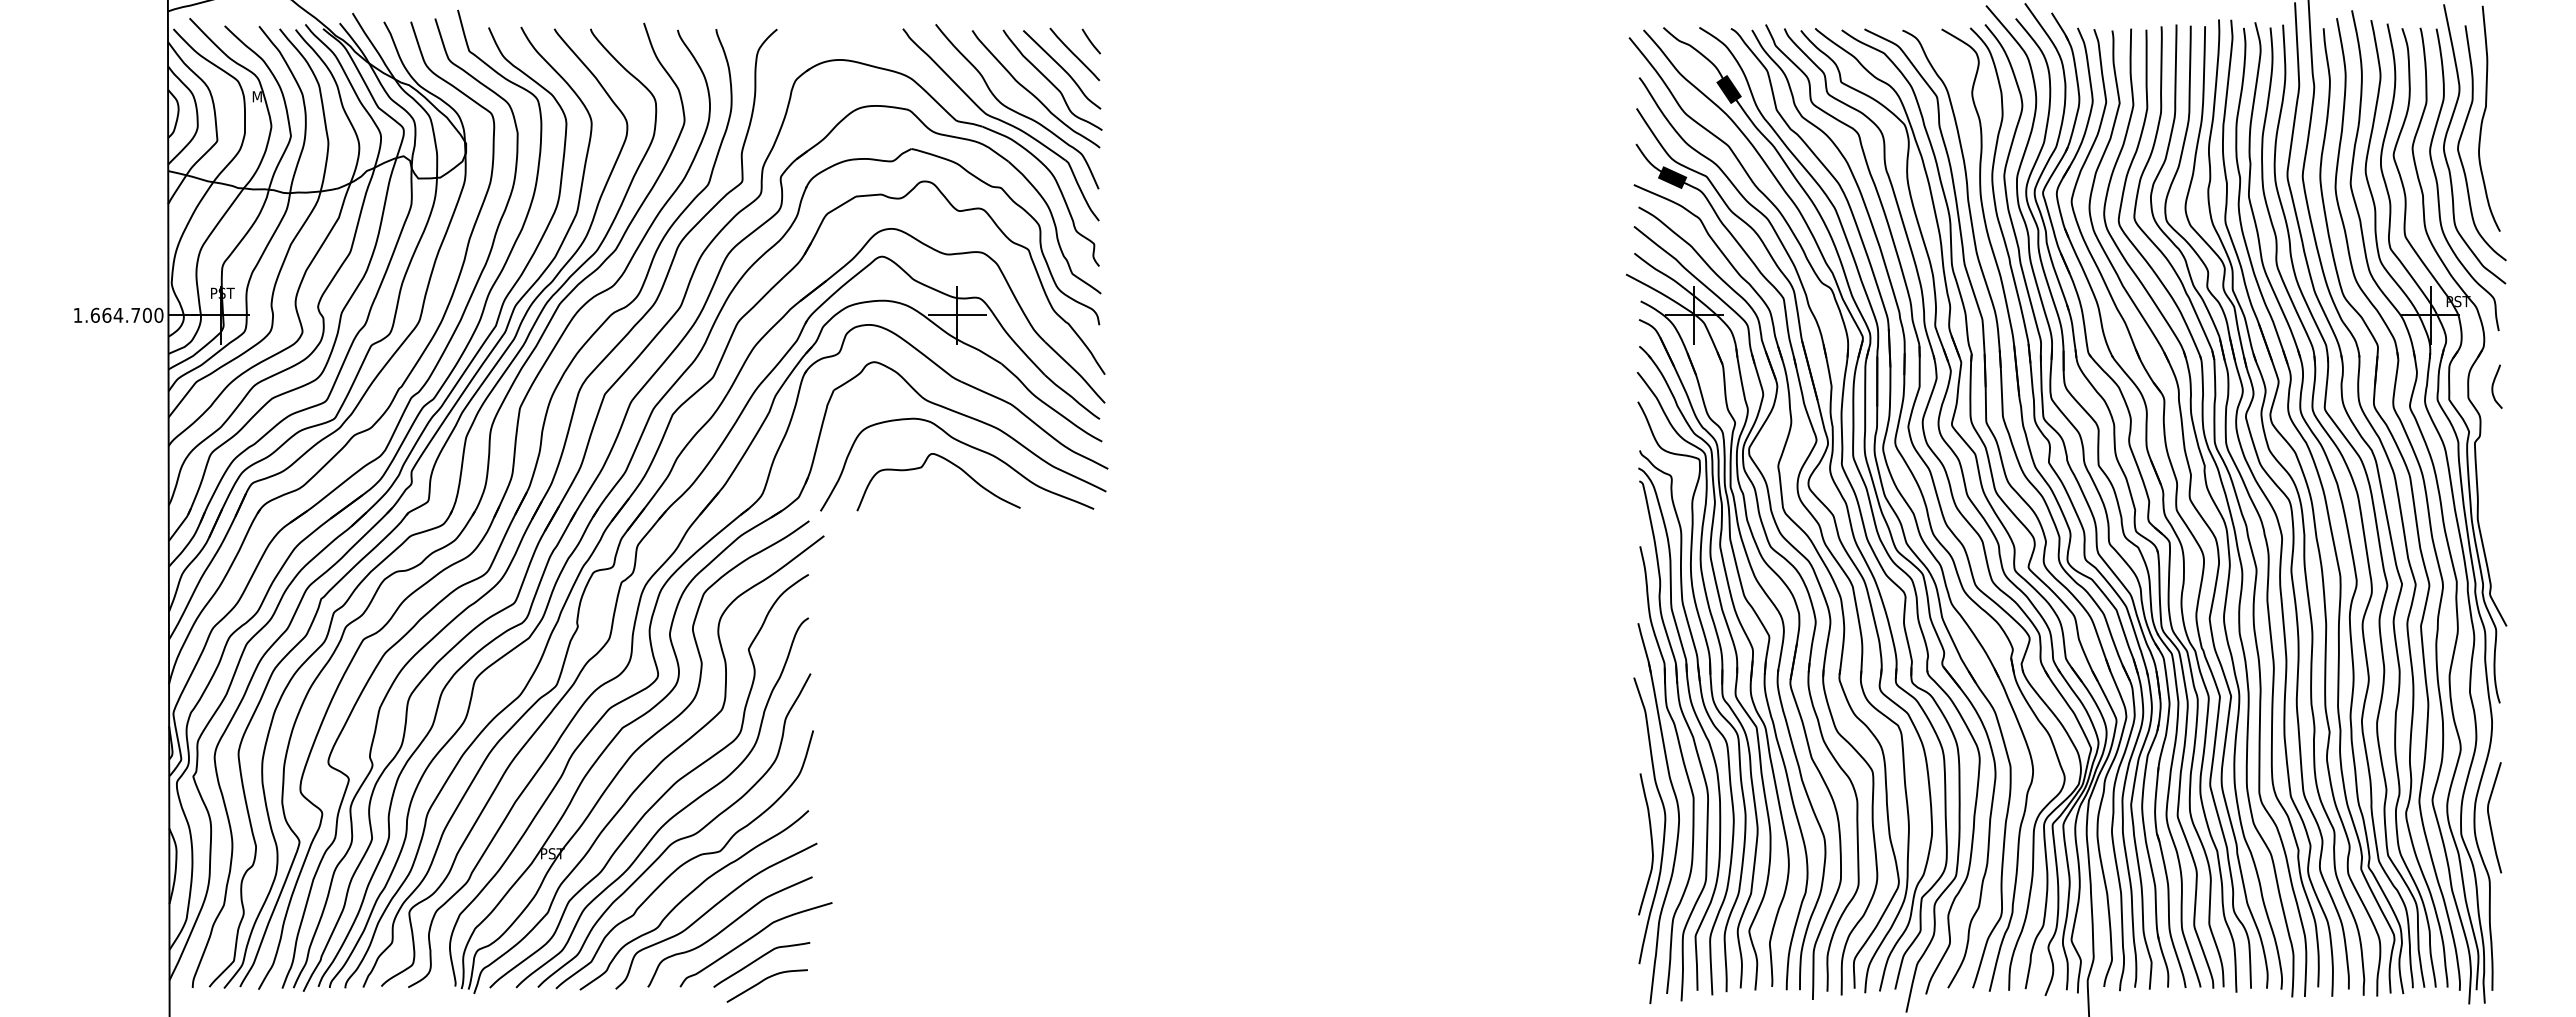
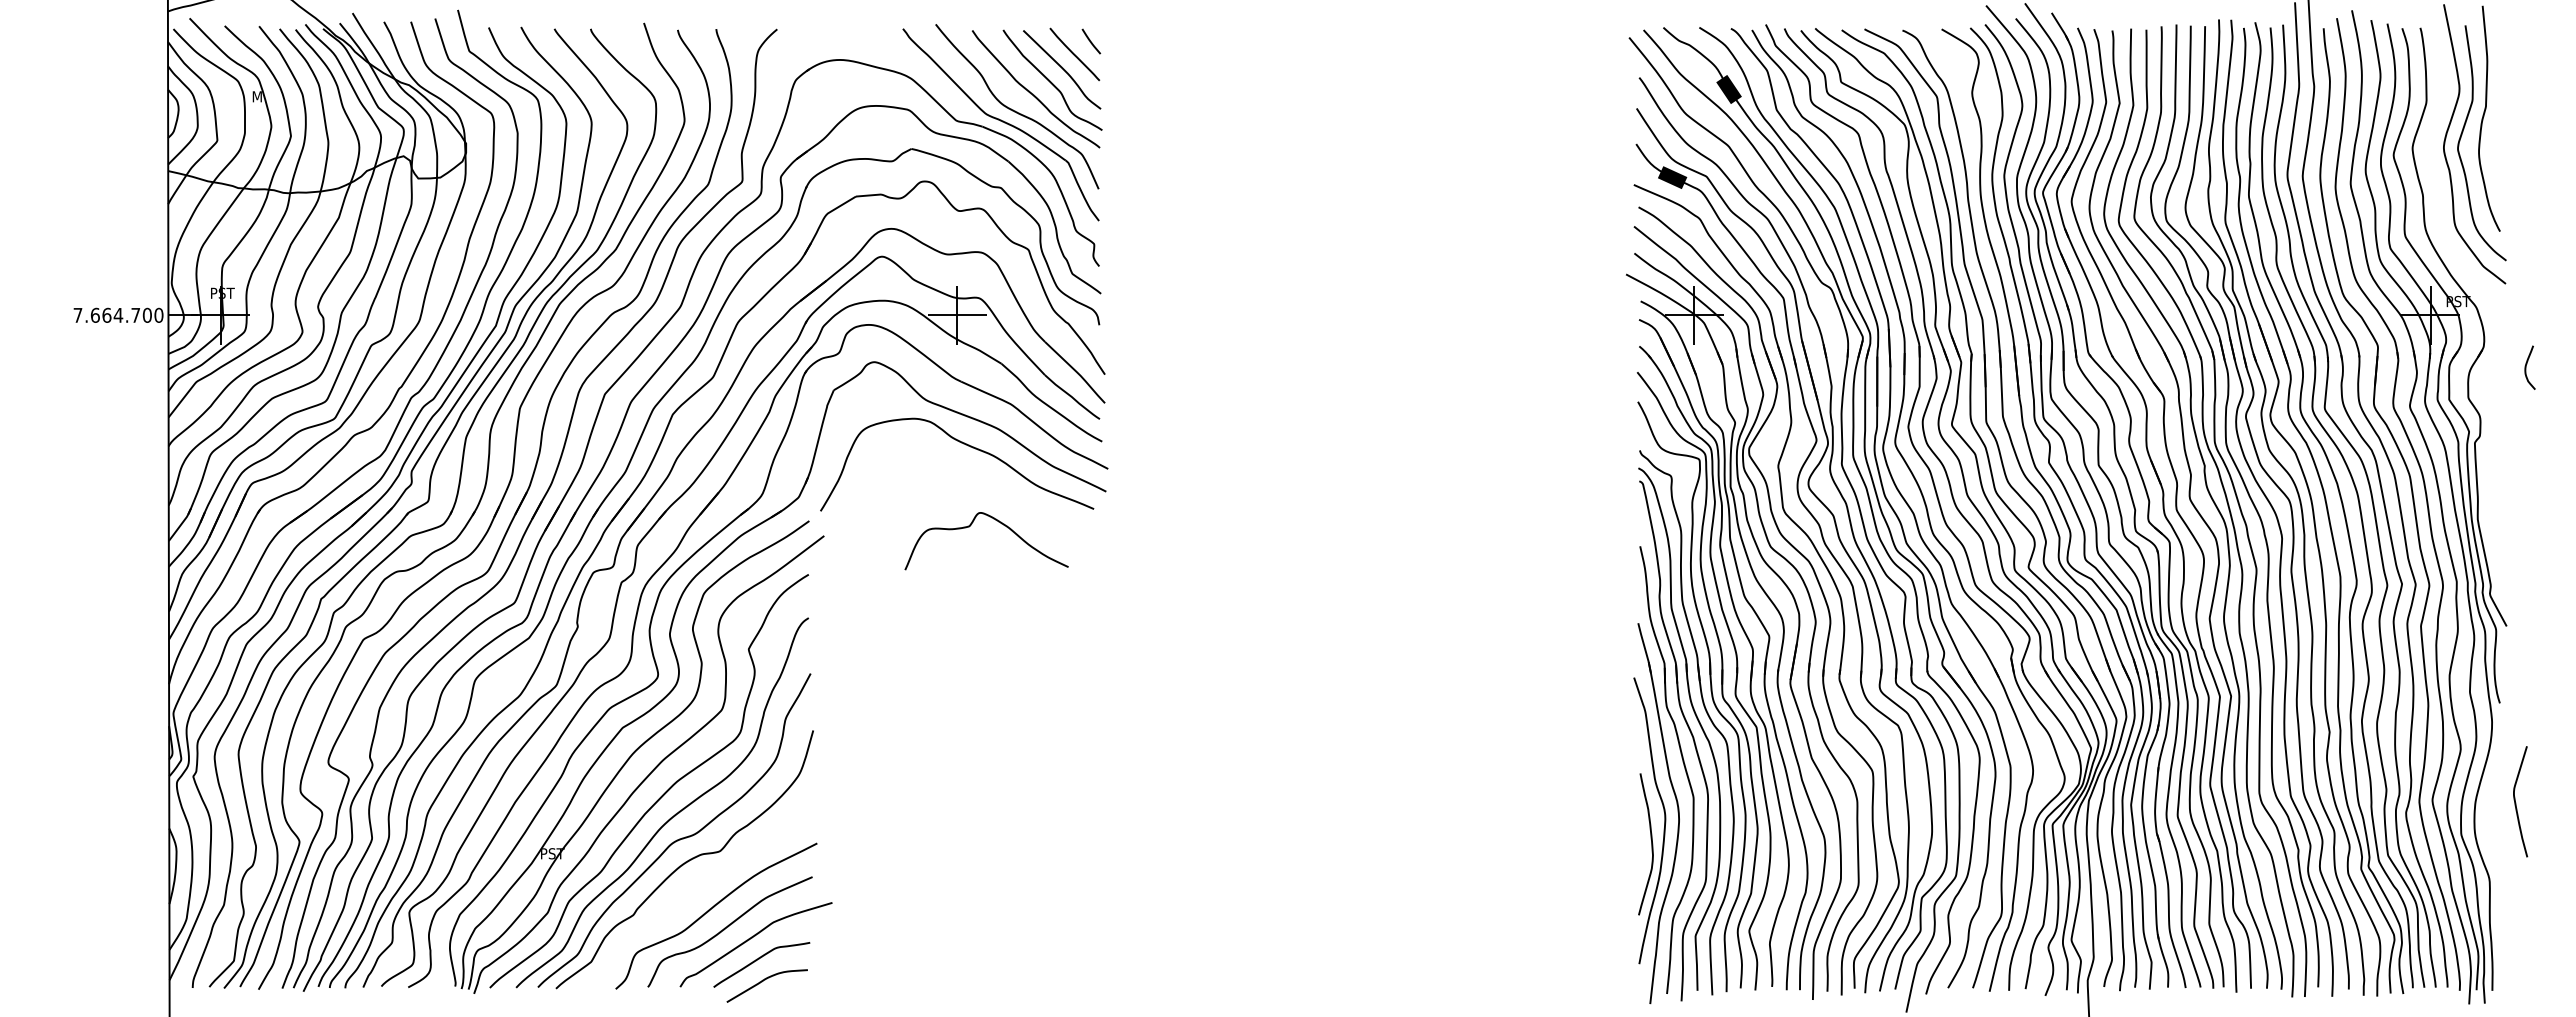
curve at (2438, 184): present -> none
text at (77, 315): 1.664.700 -> 7.664.700
curve at (2493, 386) position: (2493, 386) -> (2526, 367)
curve at (923, 466) position: (923, 466) -> (971, 525)
curve at (2490, 818) position: (2490, 818) -> (2516, 802)
curve at (689, 895): present -> none
